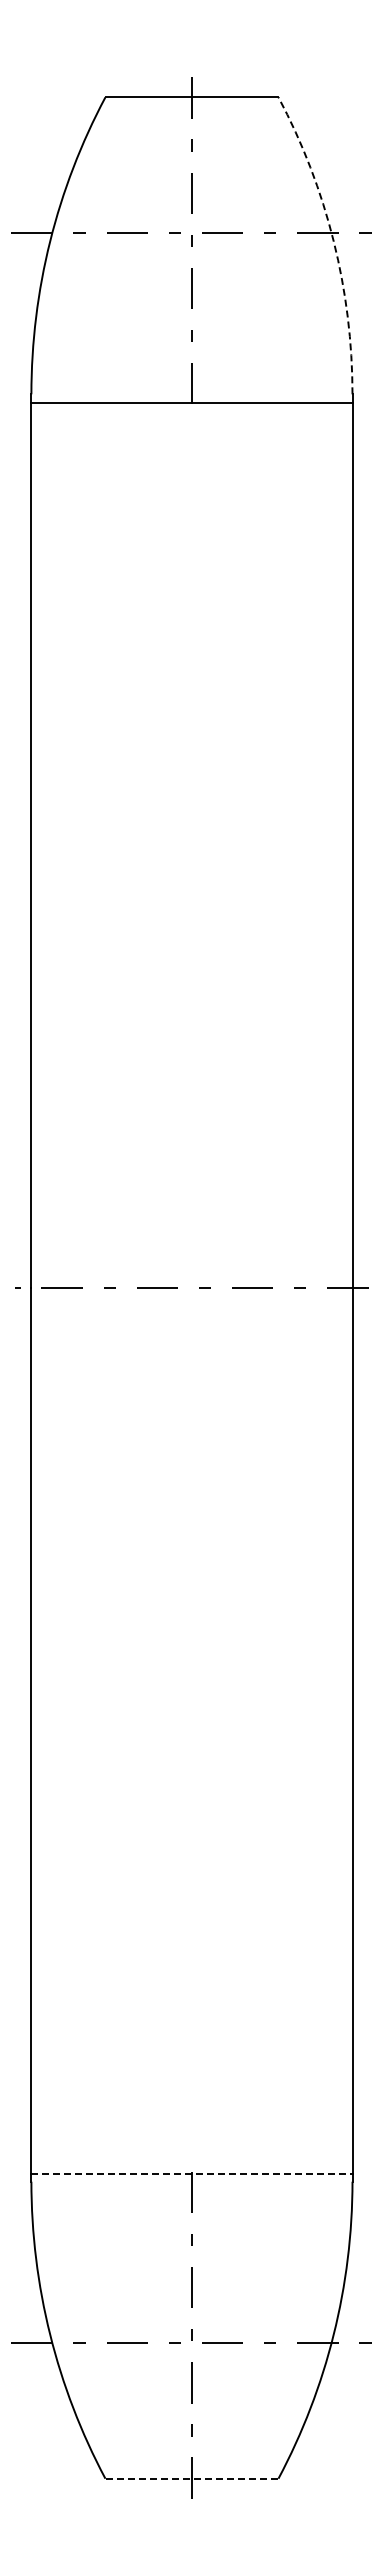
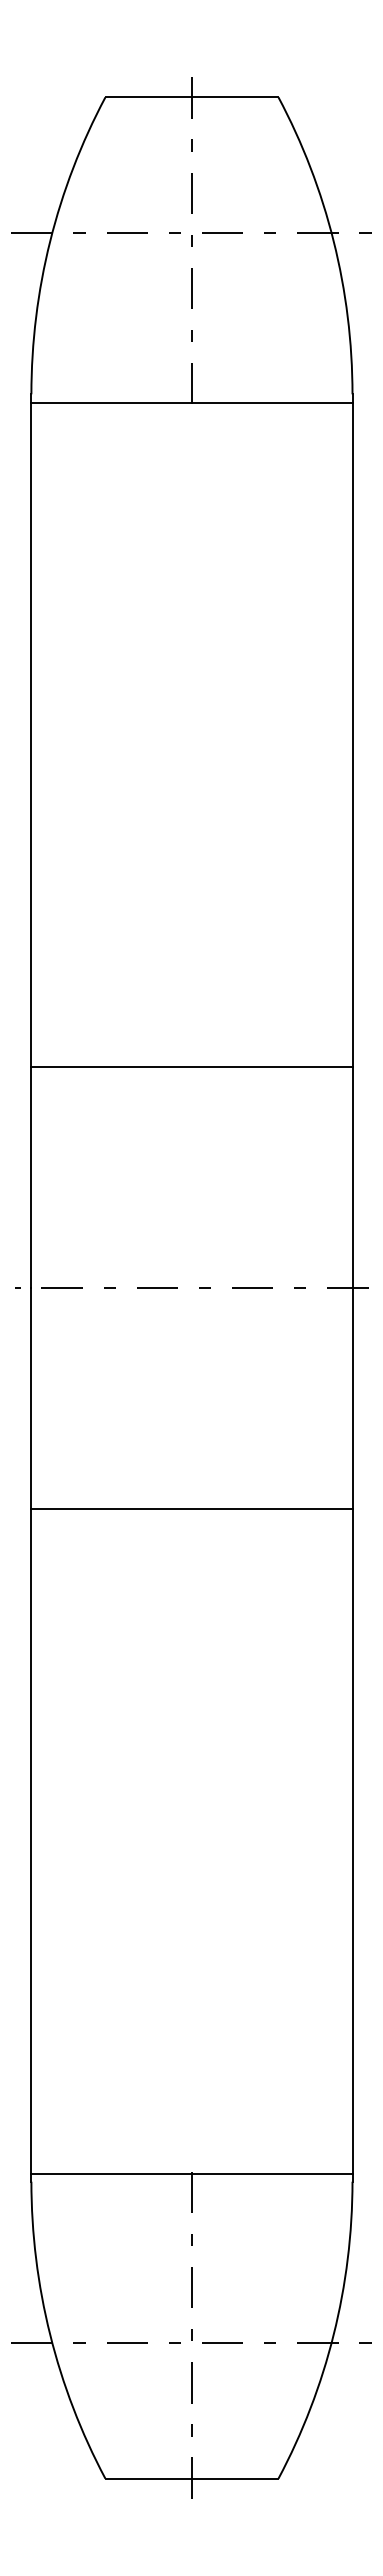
arc at (333, 241): dashed -> solid
line at (191, 1067): none -> present
line at (191, 1508): none -> present
line at (191, 2173): dashed -> solid
line at (191, 2478): dashed -> solid
